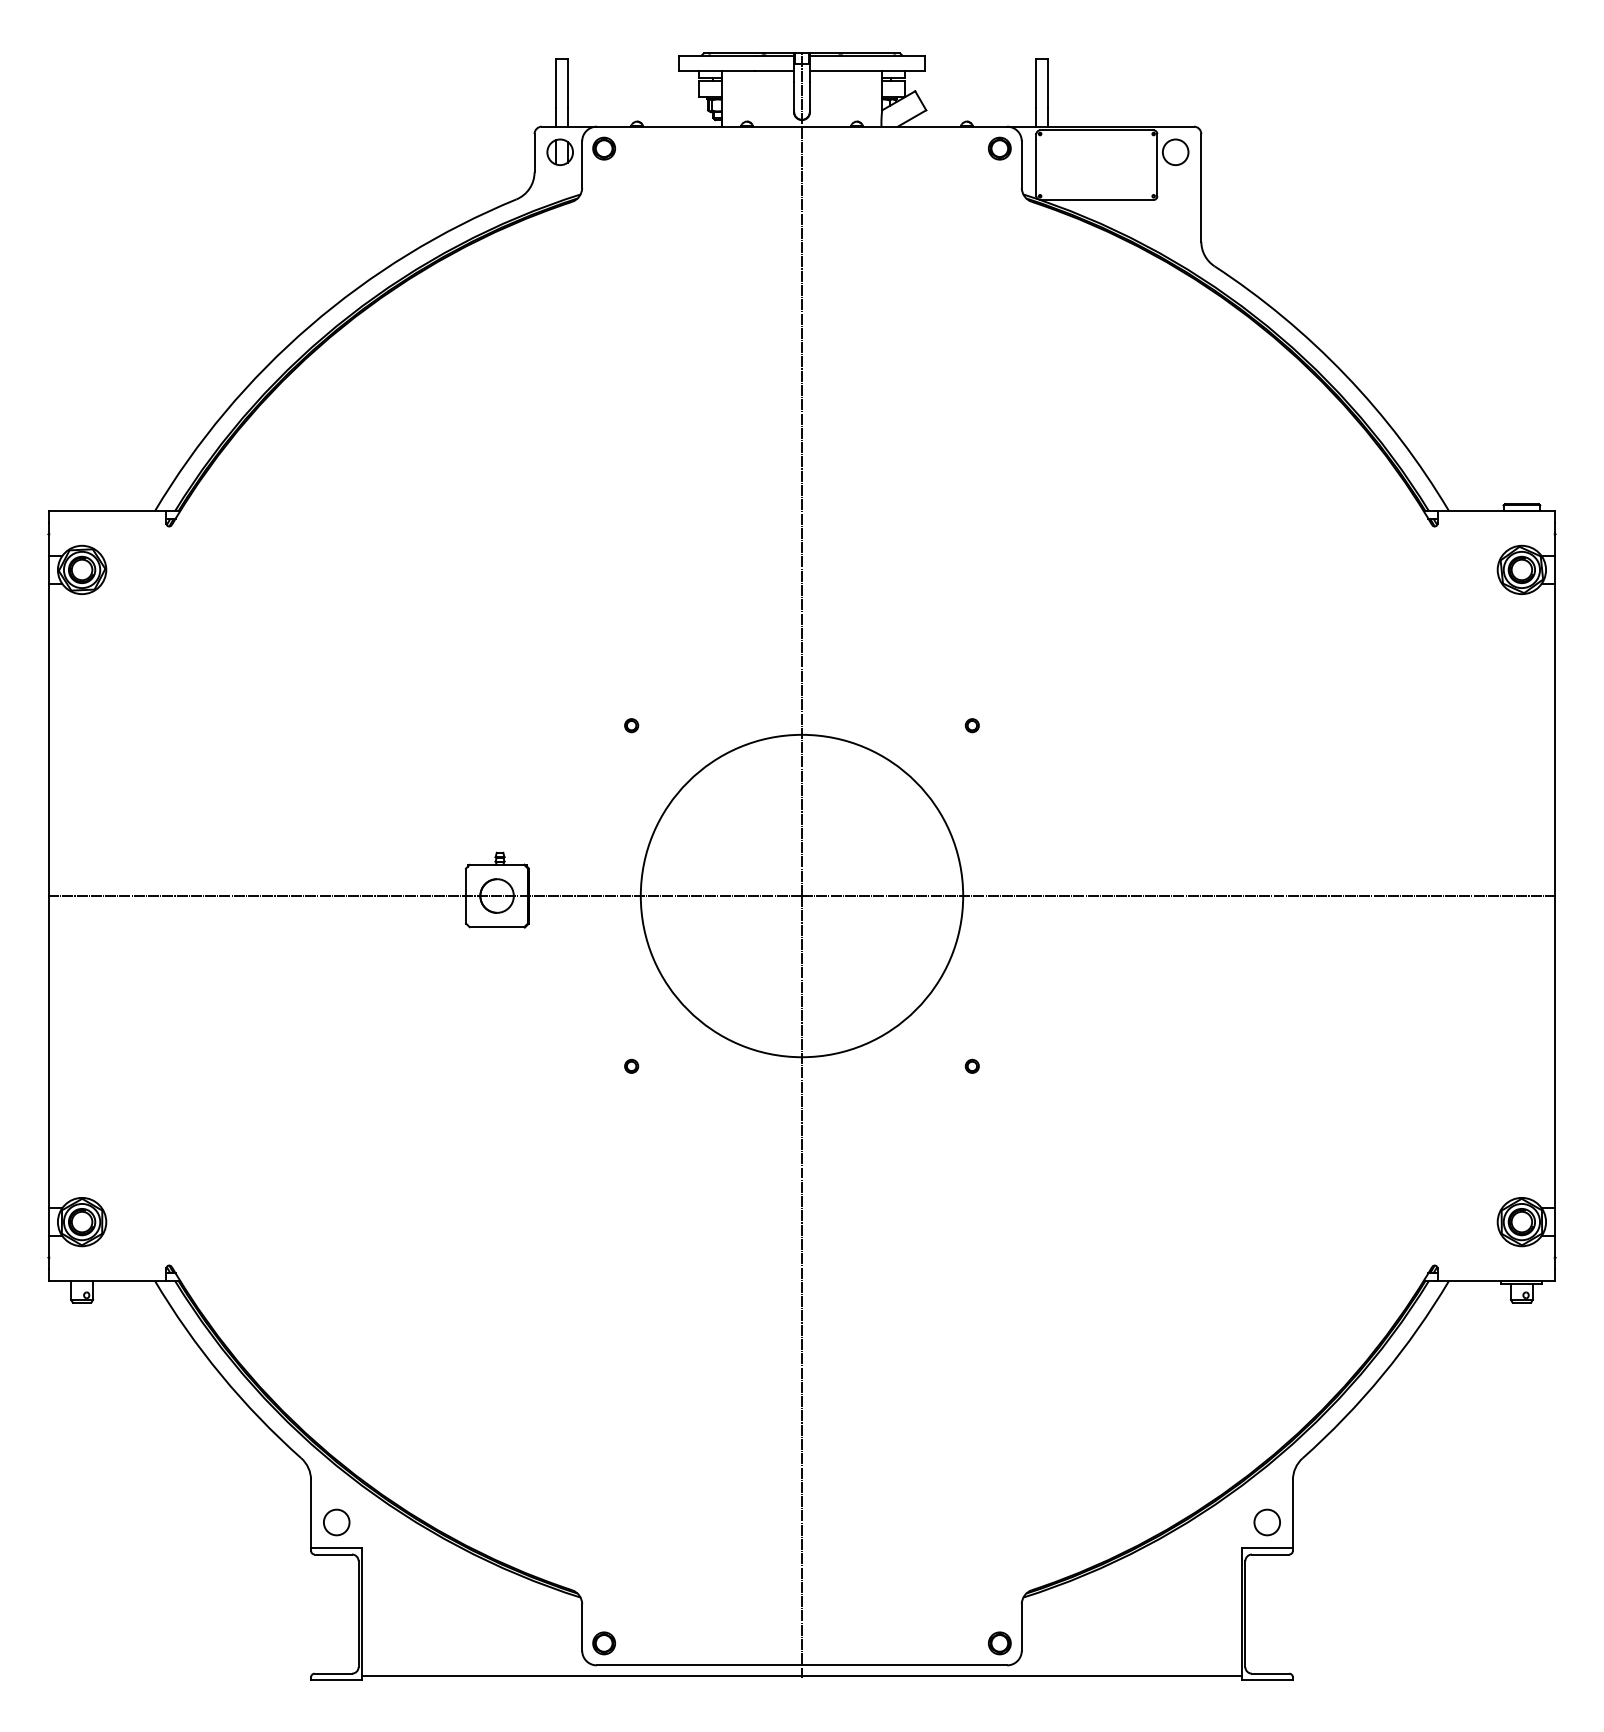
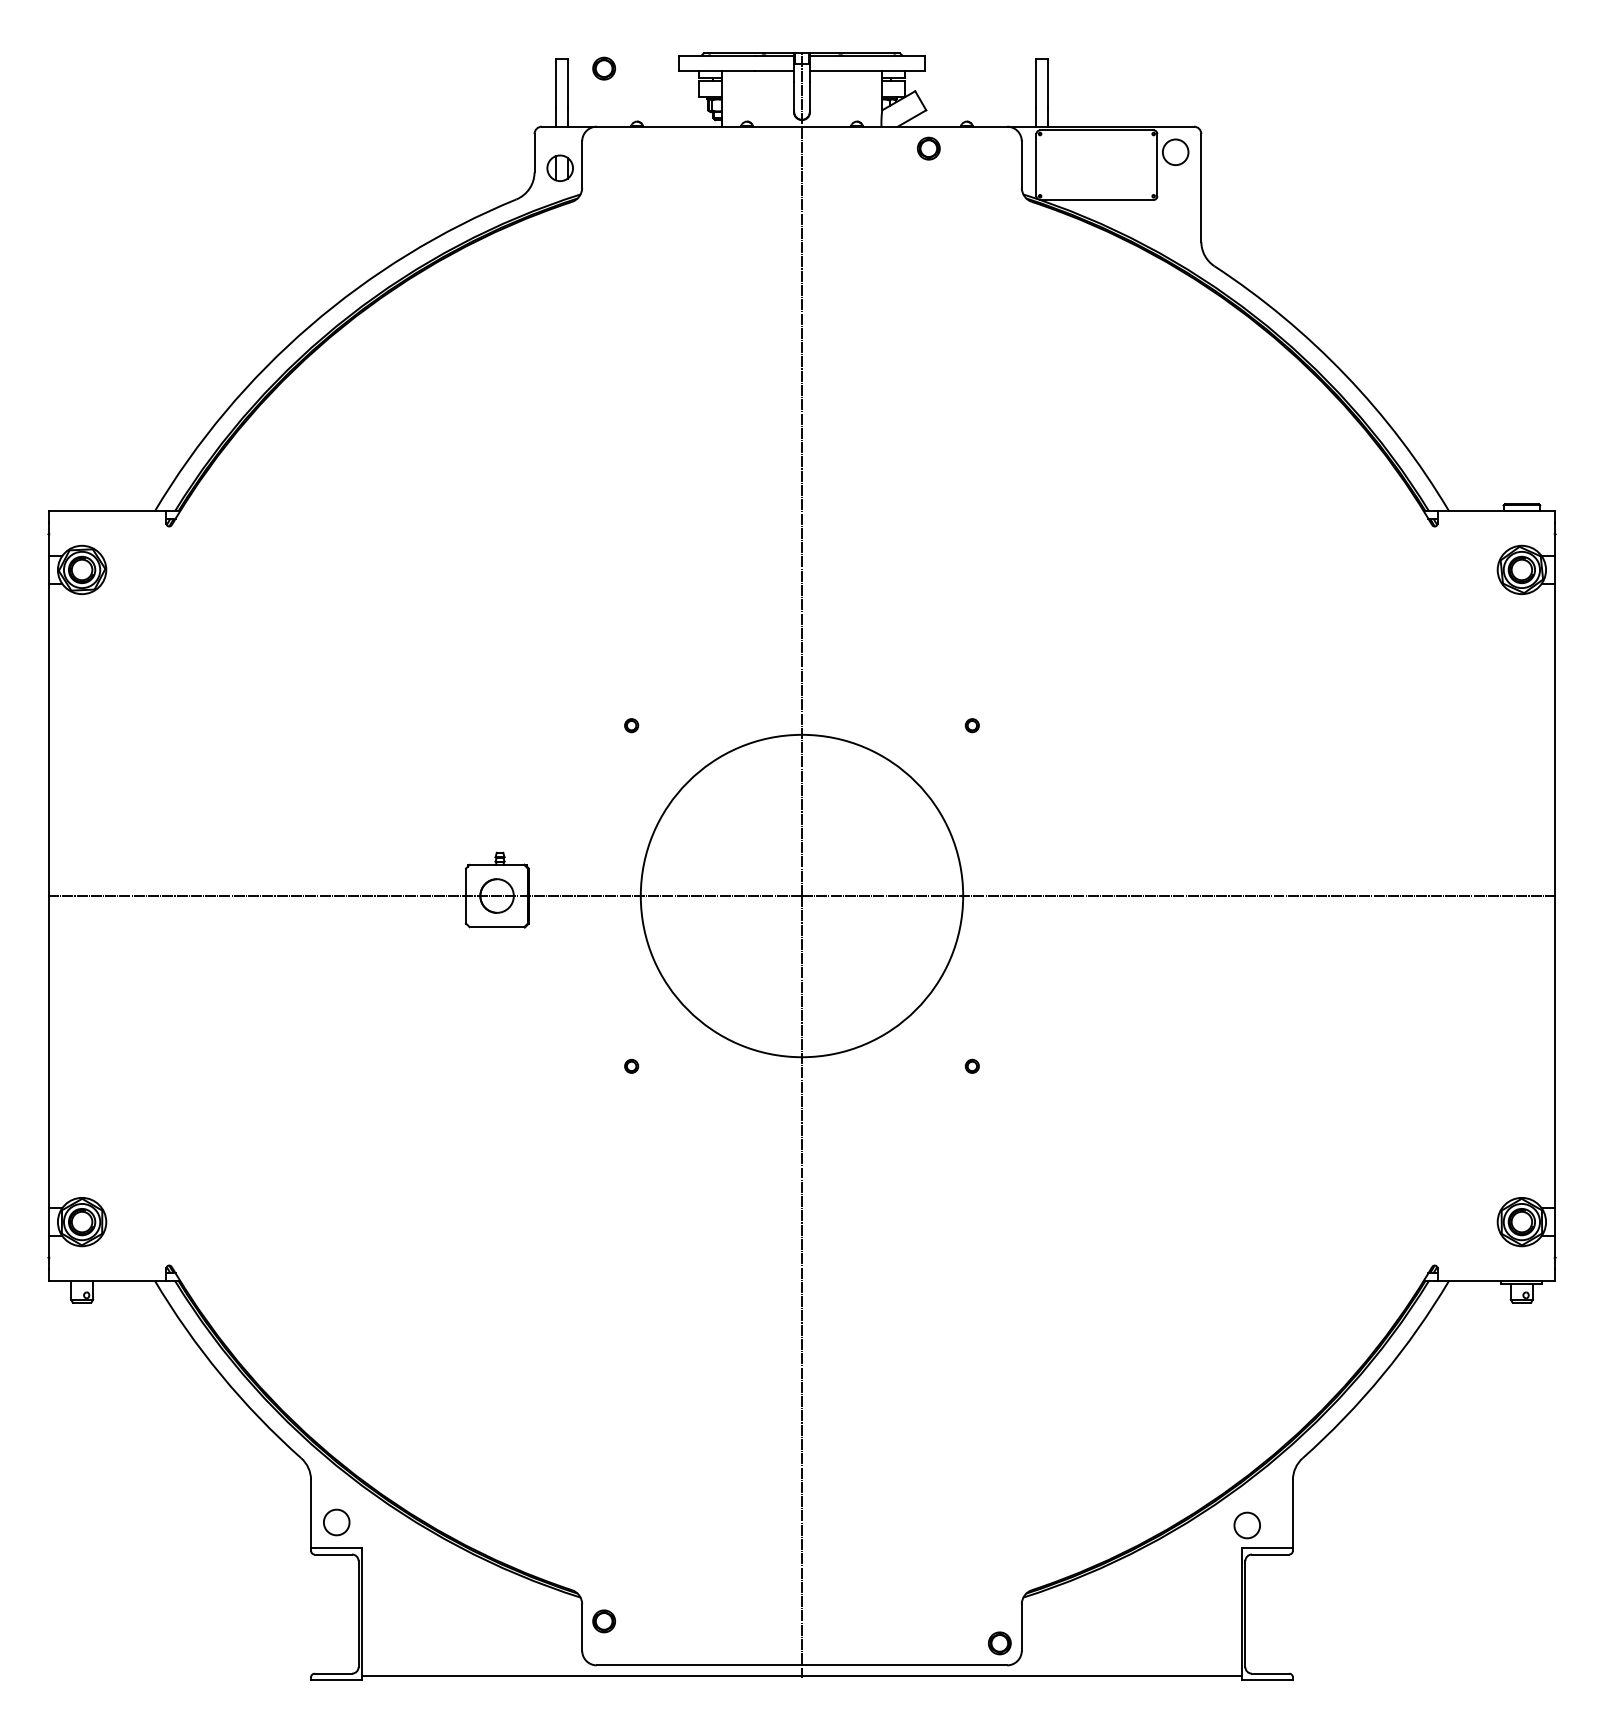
part at (603, 148) position: (603, 148) -> (603, 68)
part at (999, 148) position: (999, 148) -> (928, 148)
part at (559, 151) position: (559, 151) -> (559, 167)
circle at (1266, 1522) position: (1266, 1522) -> (1246, 1525)
part at (603, 1643) position: (603, 1643) -> (603, 1621)
